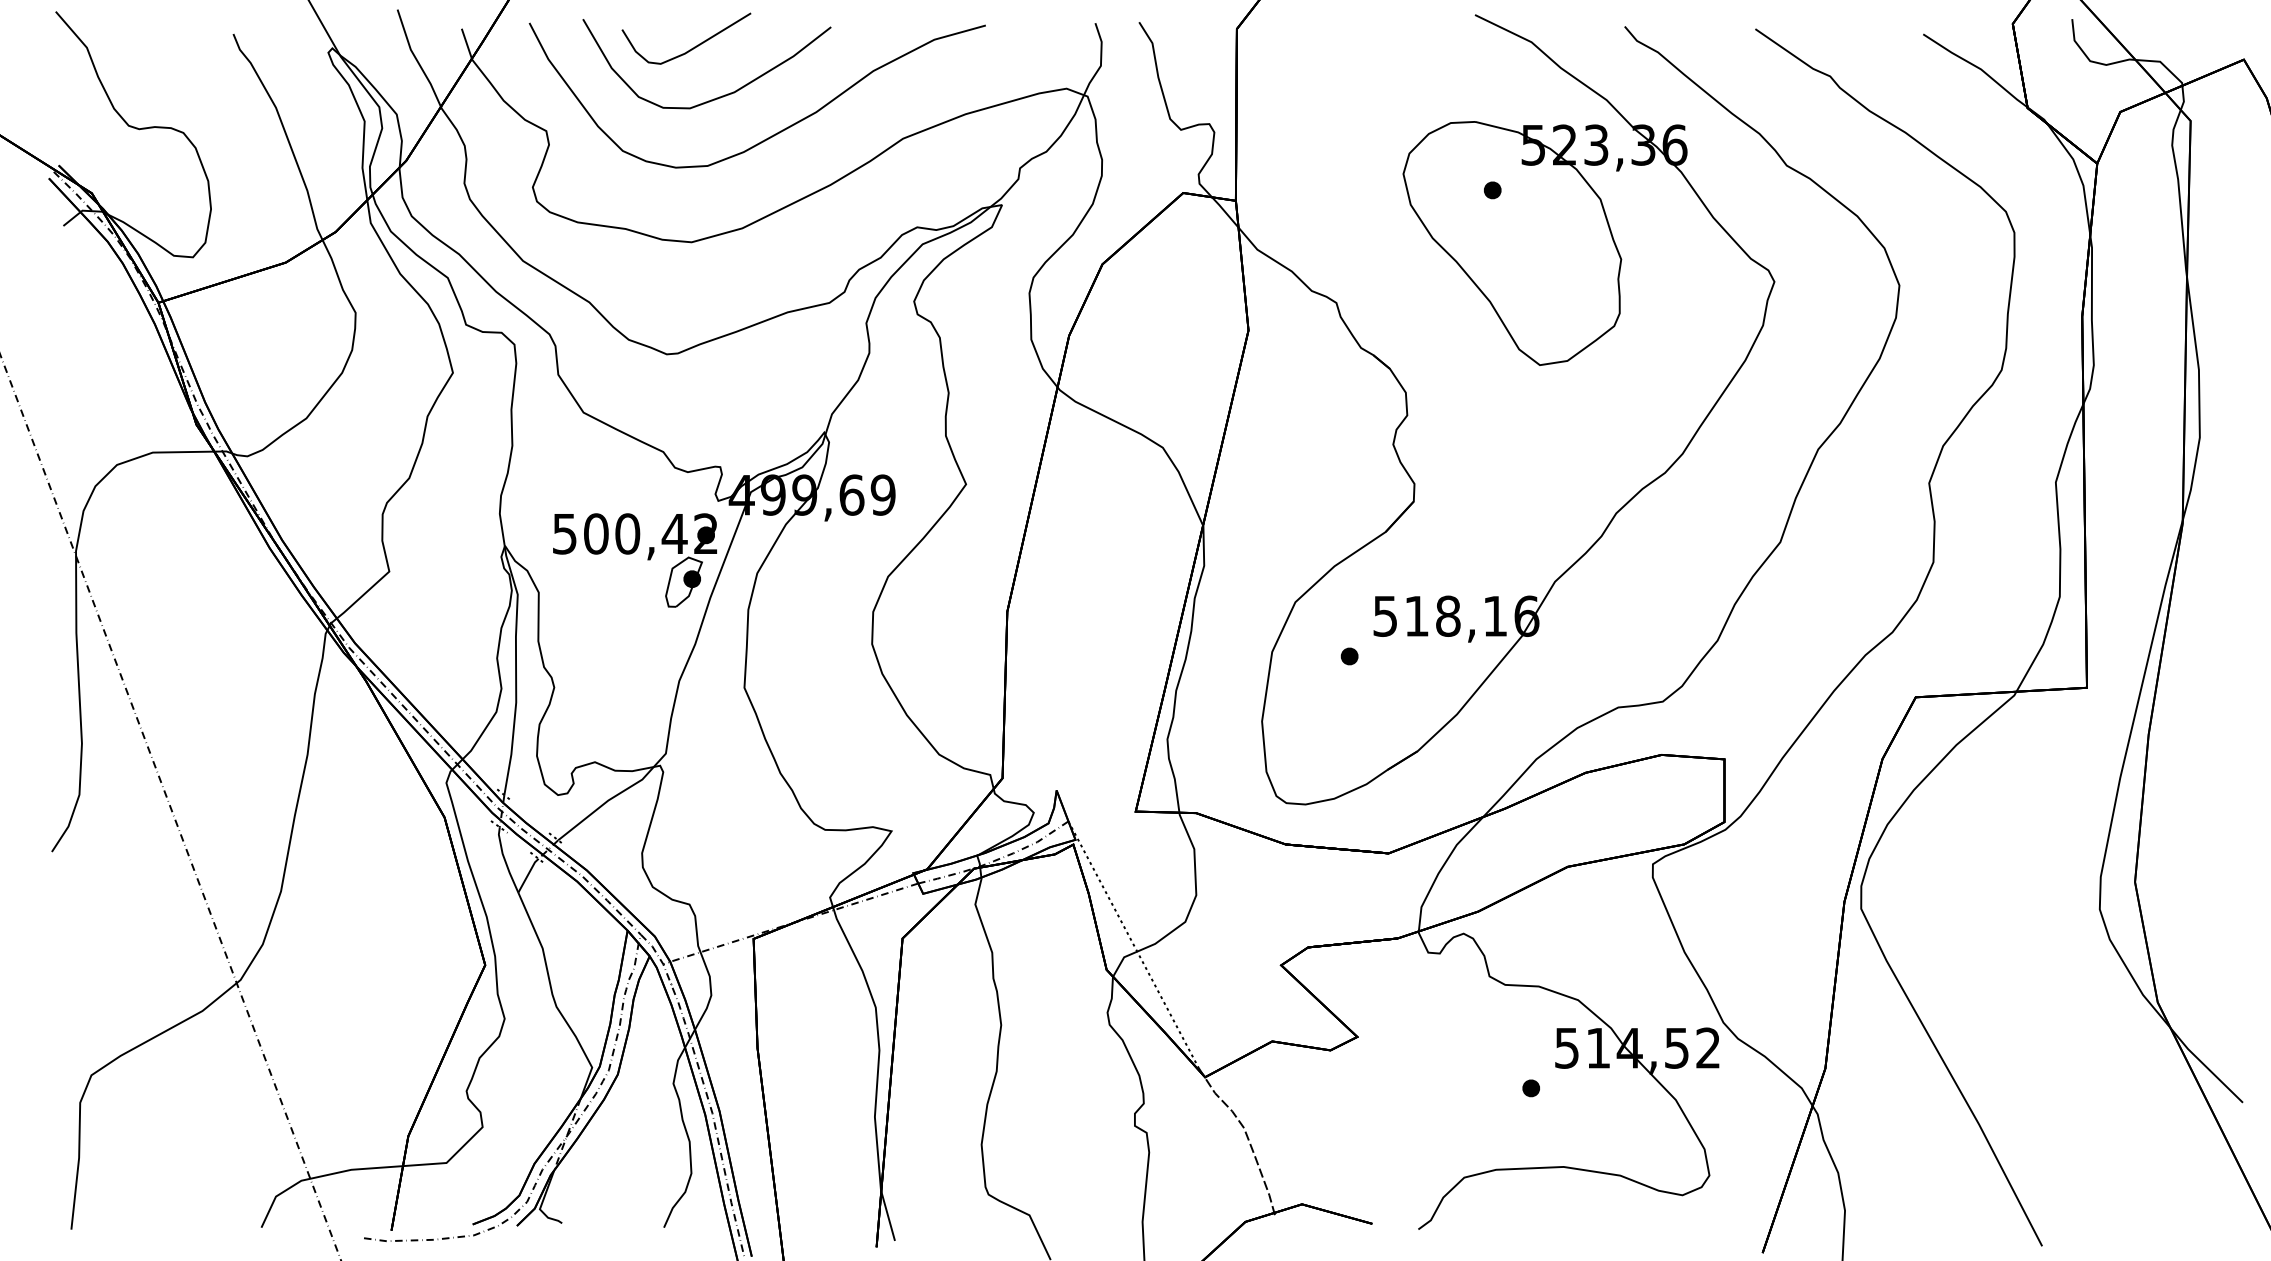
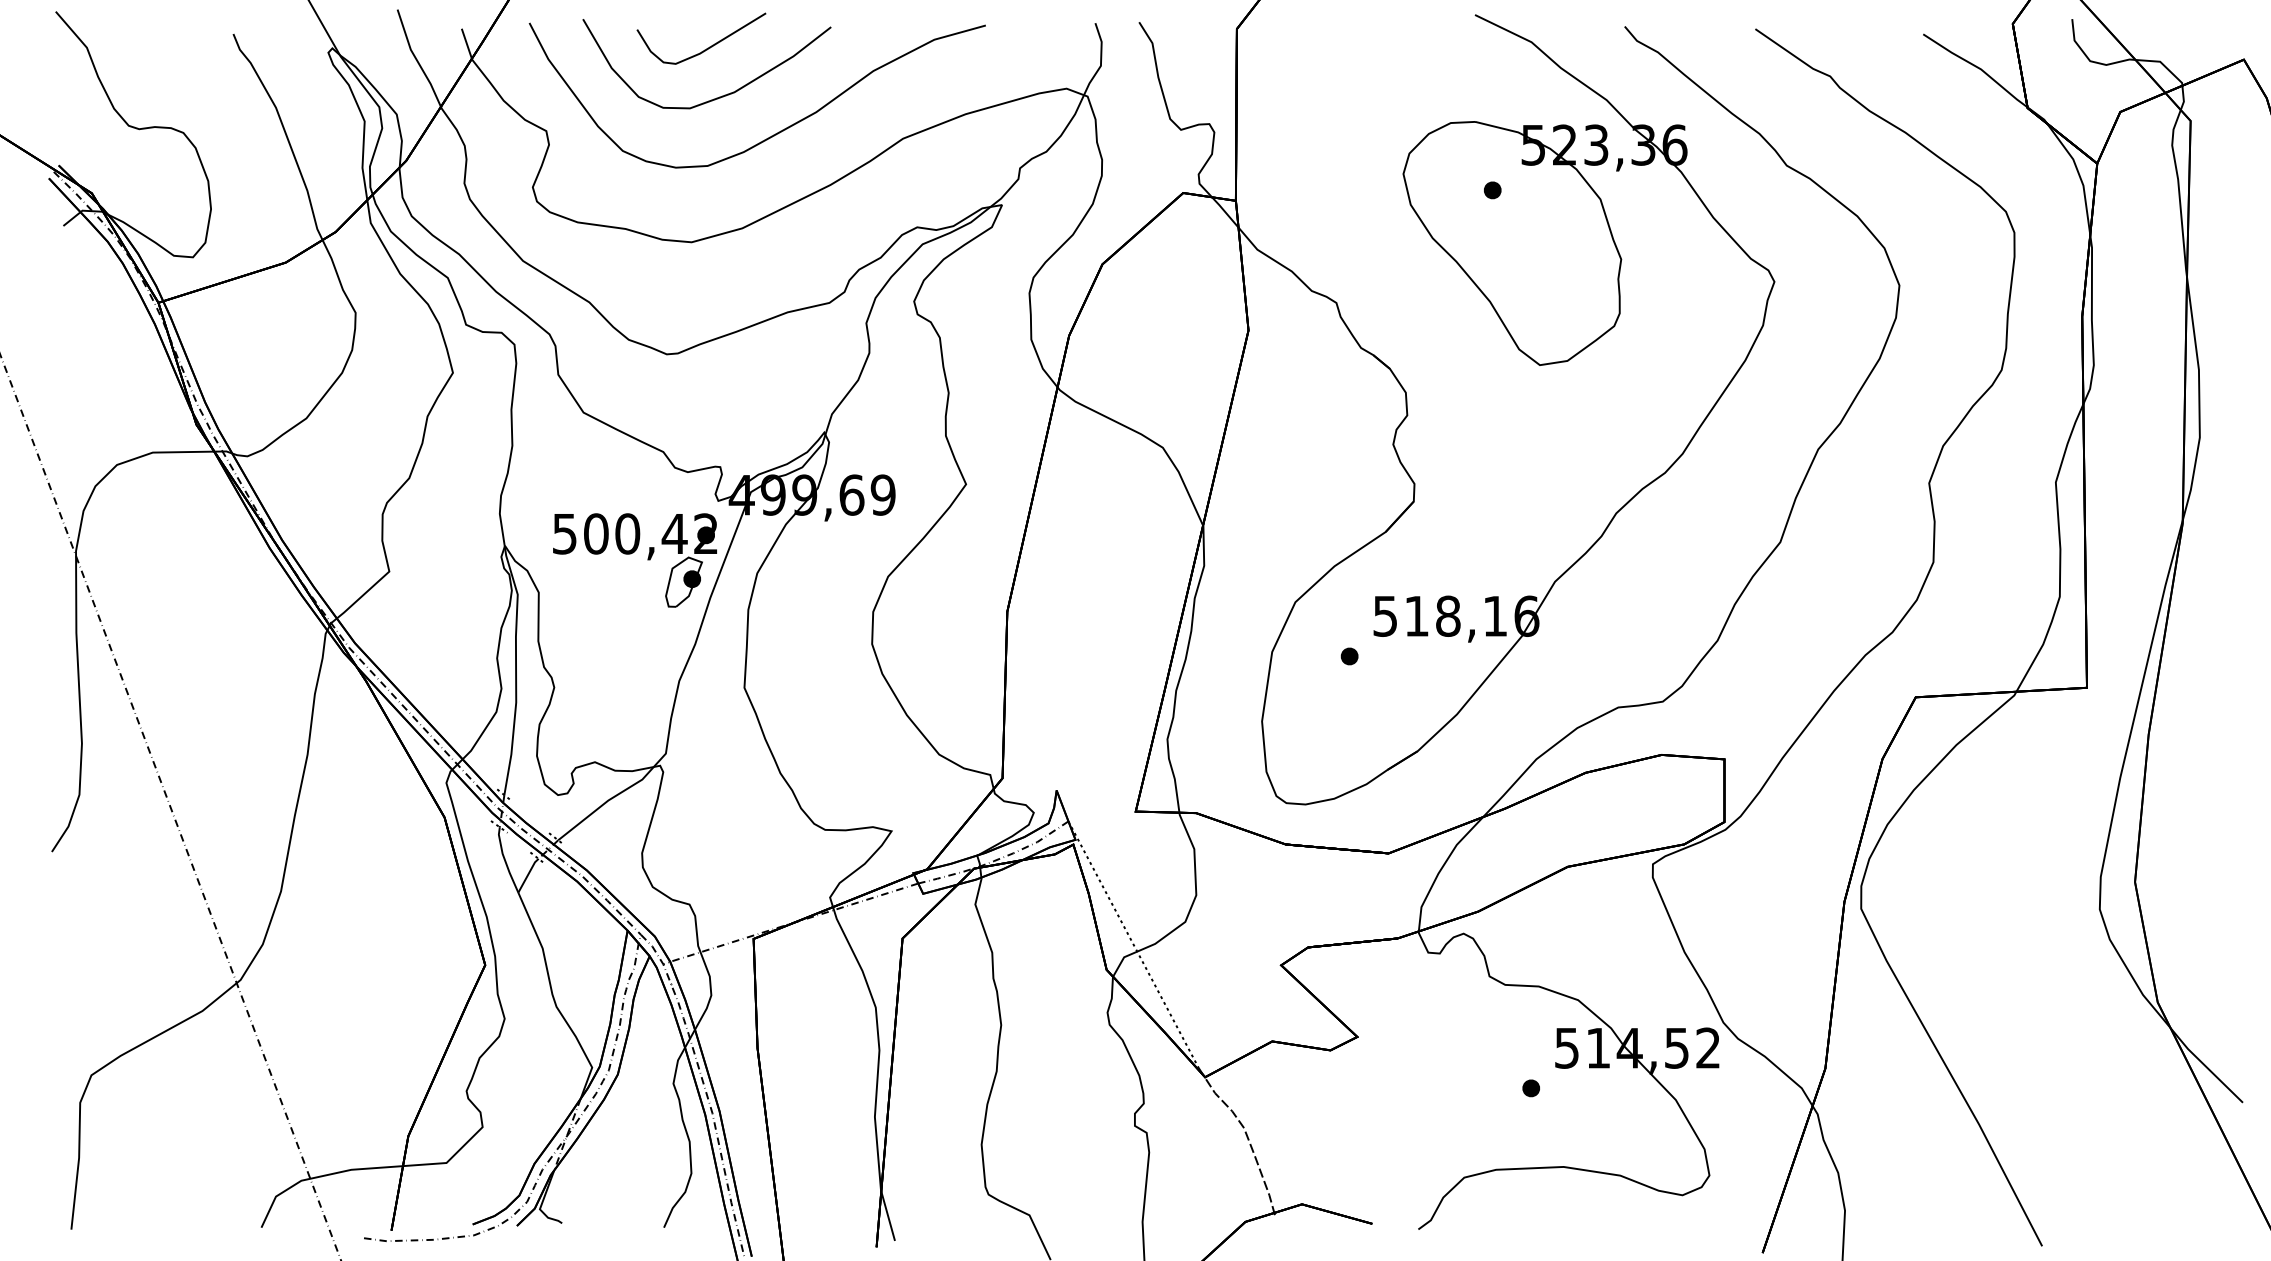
curve at (691, 48) position: (691, 48) -> (706, 48)
